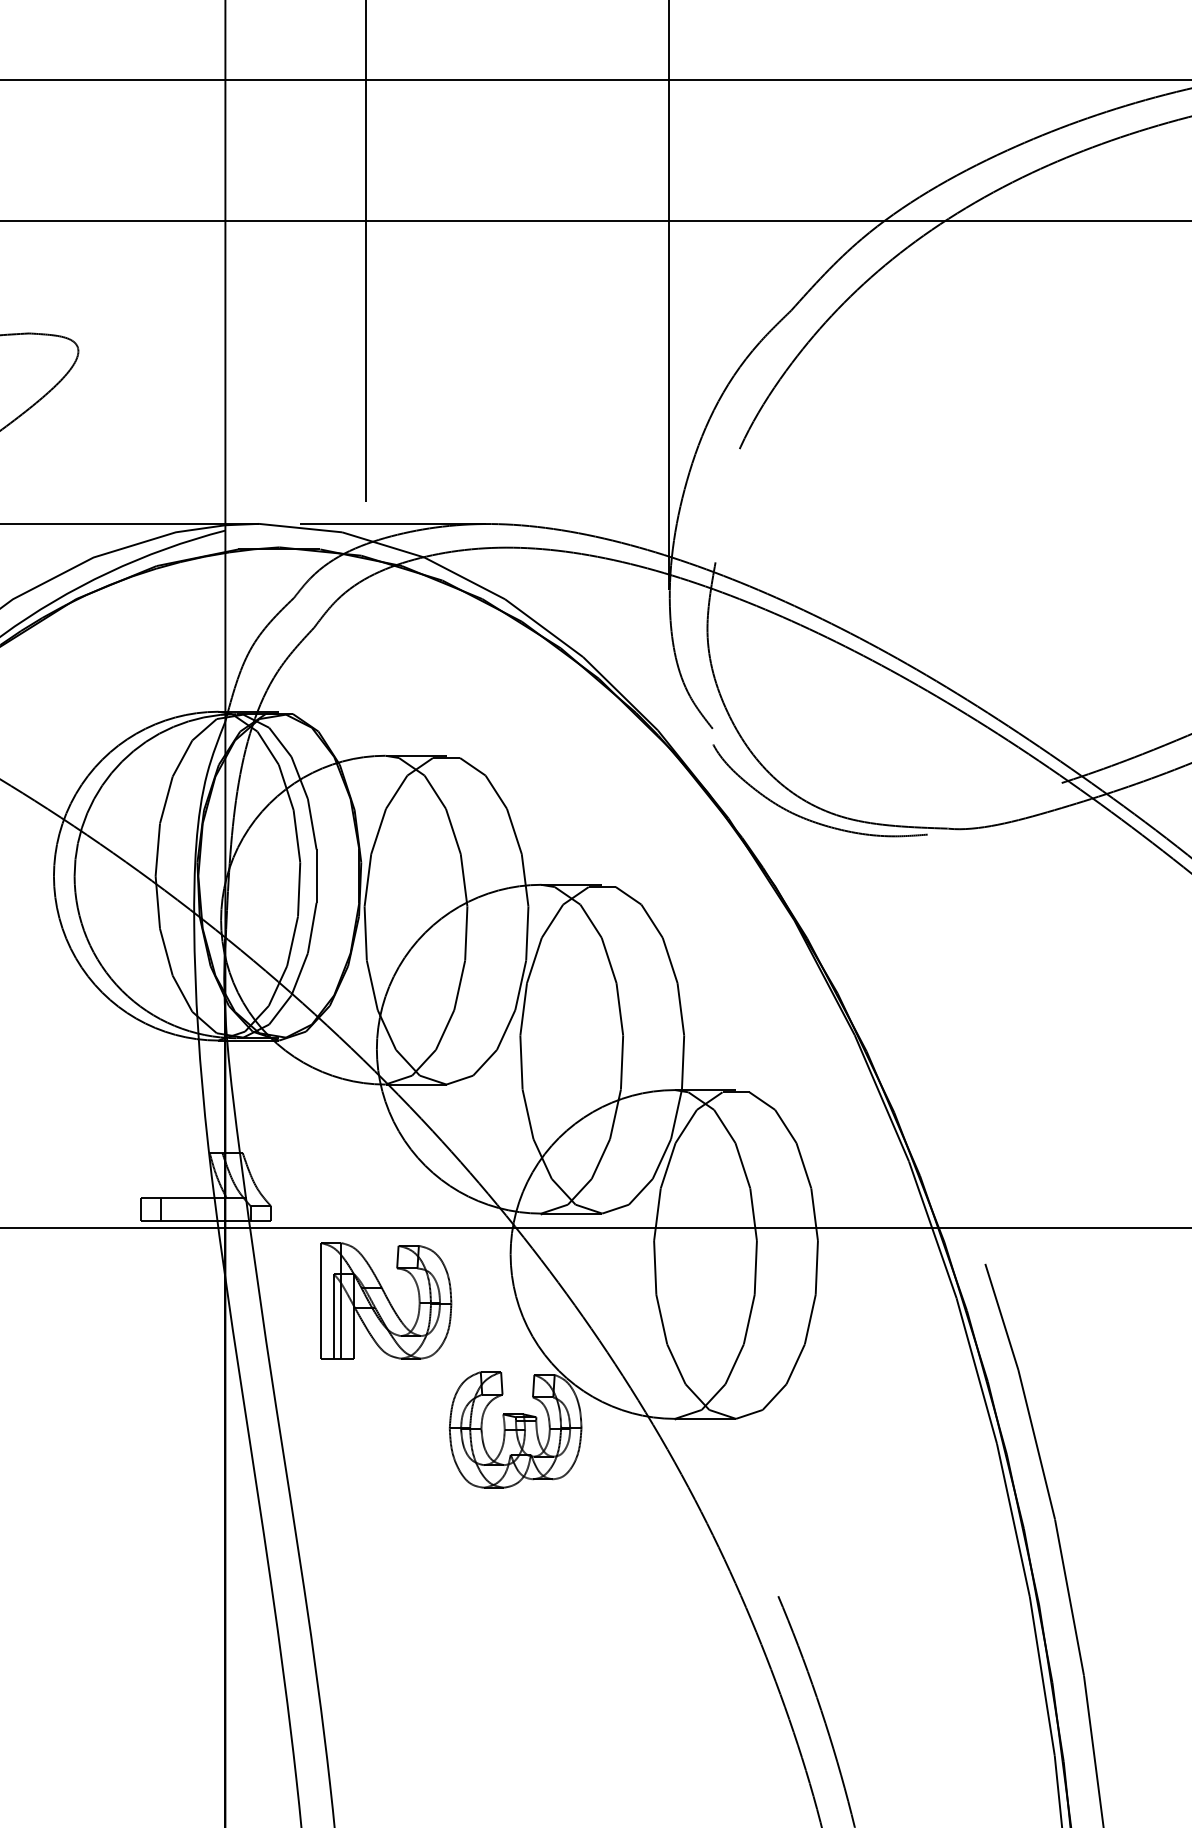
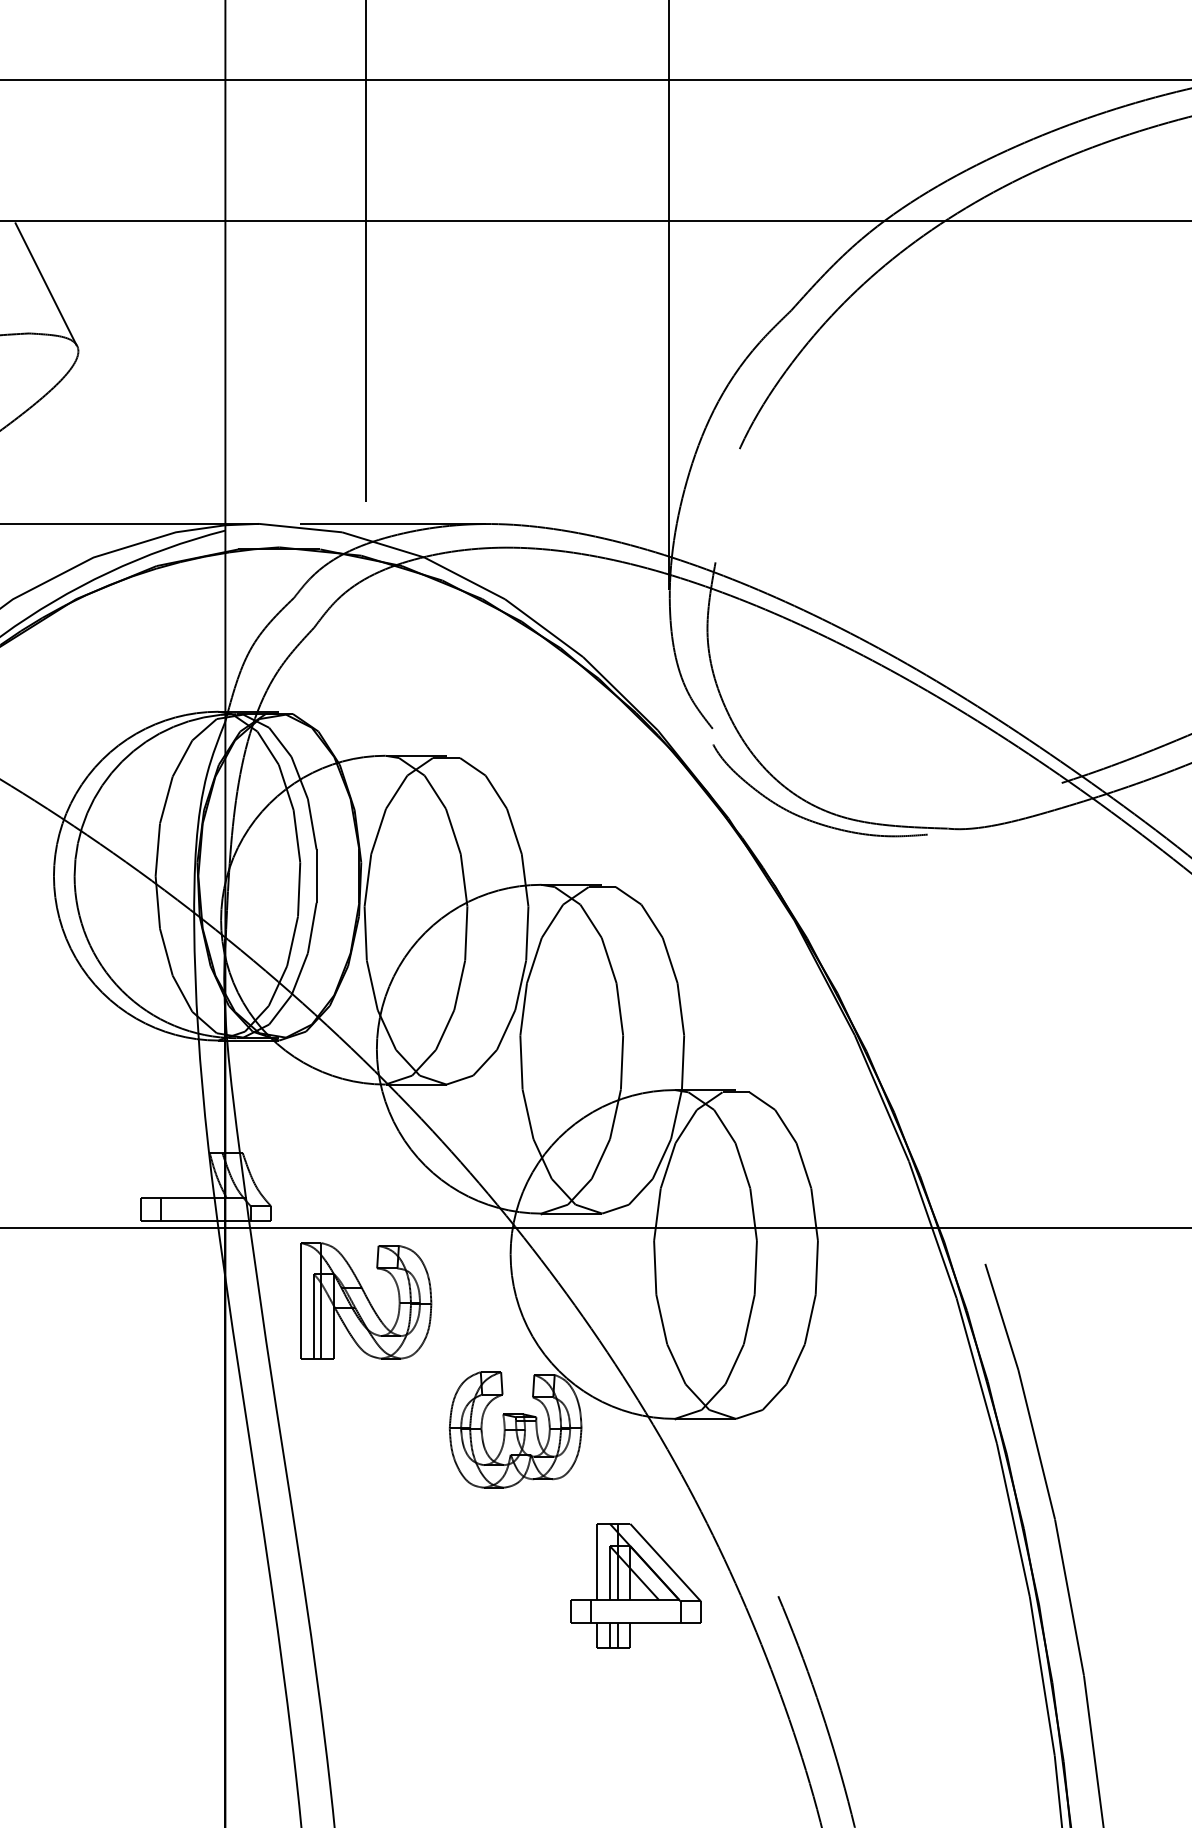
line at (45, 283): none -> present
part at (386, 1300) position: (386, 1300) -> (366, 1300)
part at (635, 1585): none -> present
